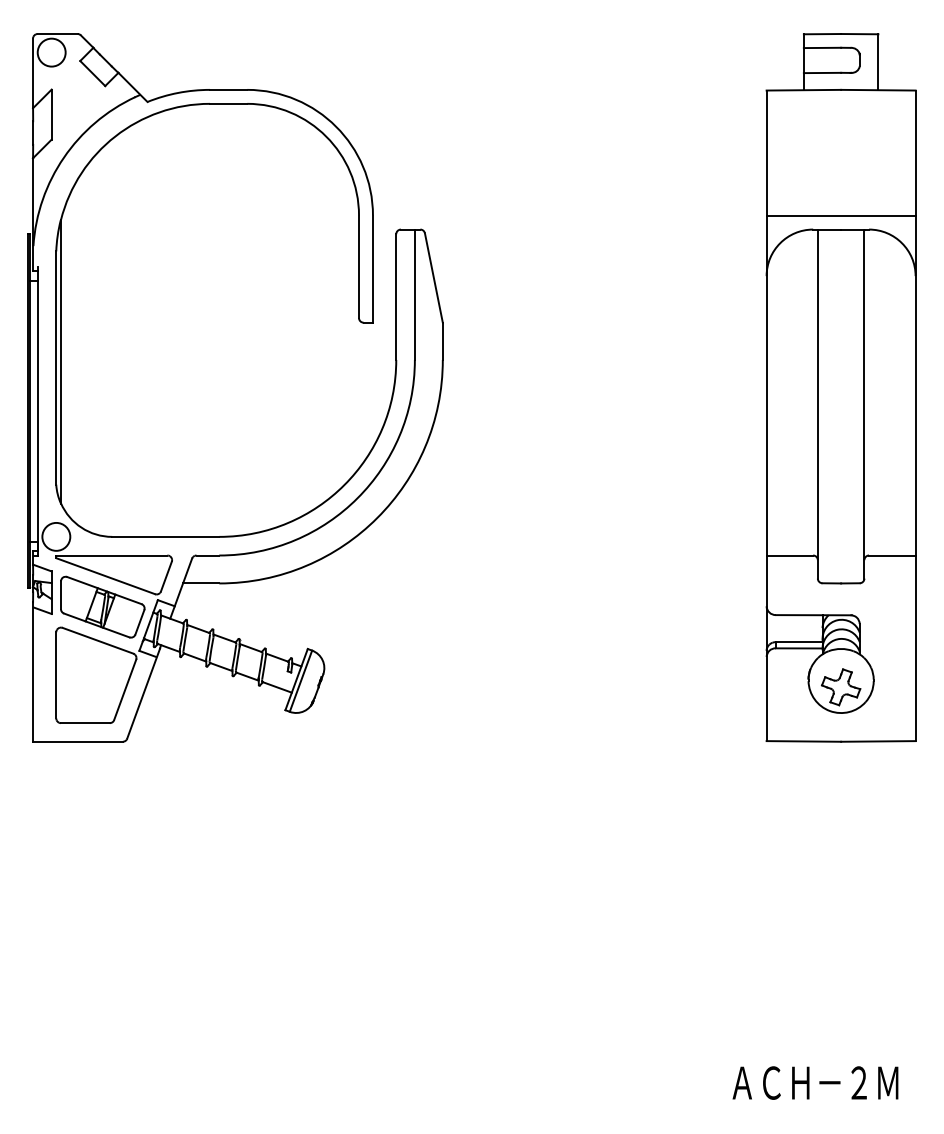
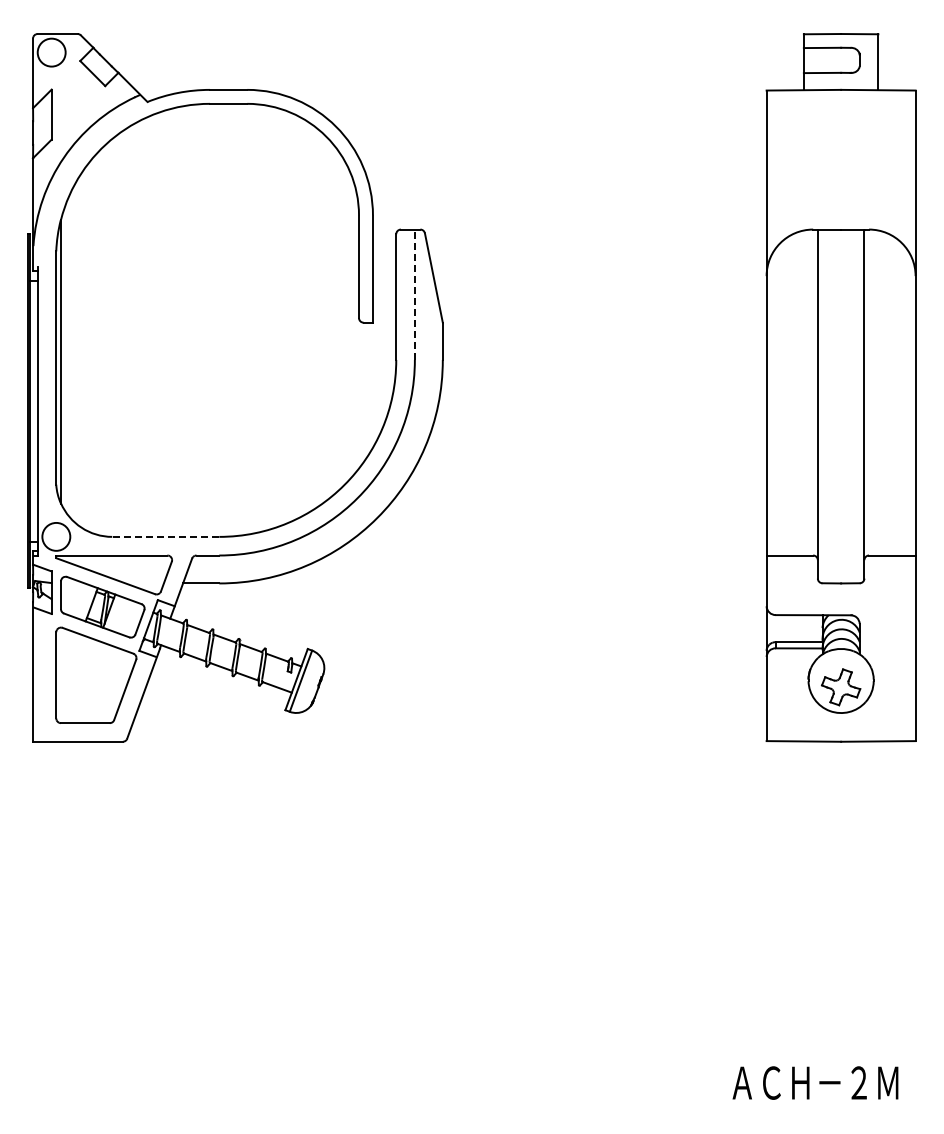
line at (840, 215): present -> none
line at (414, 294): solid -> dashed
line at (165, 536): solid -> dashed
